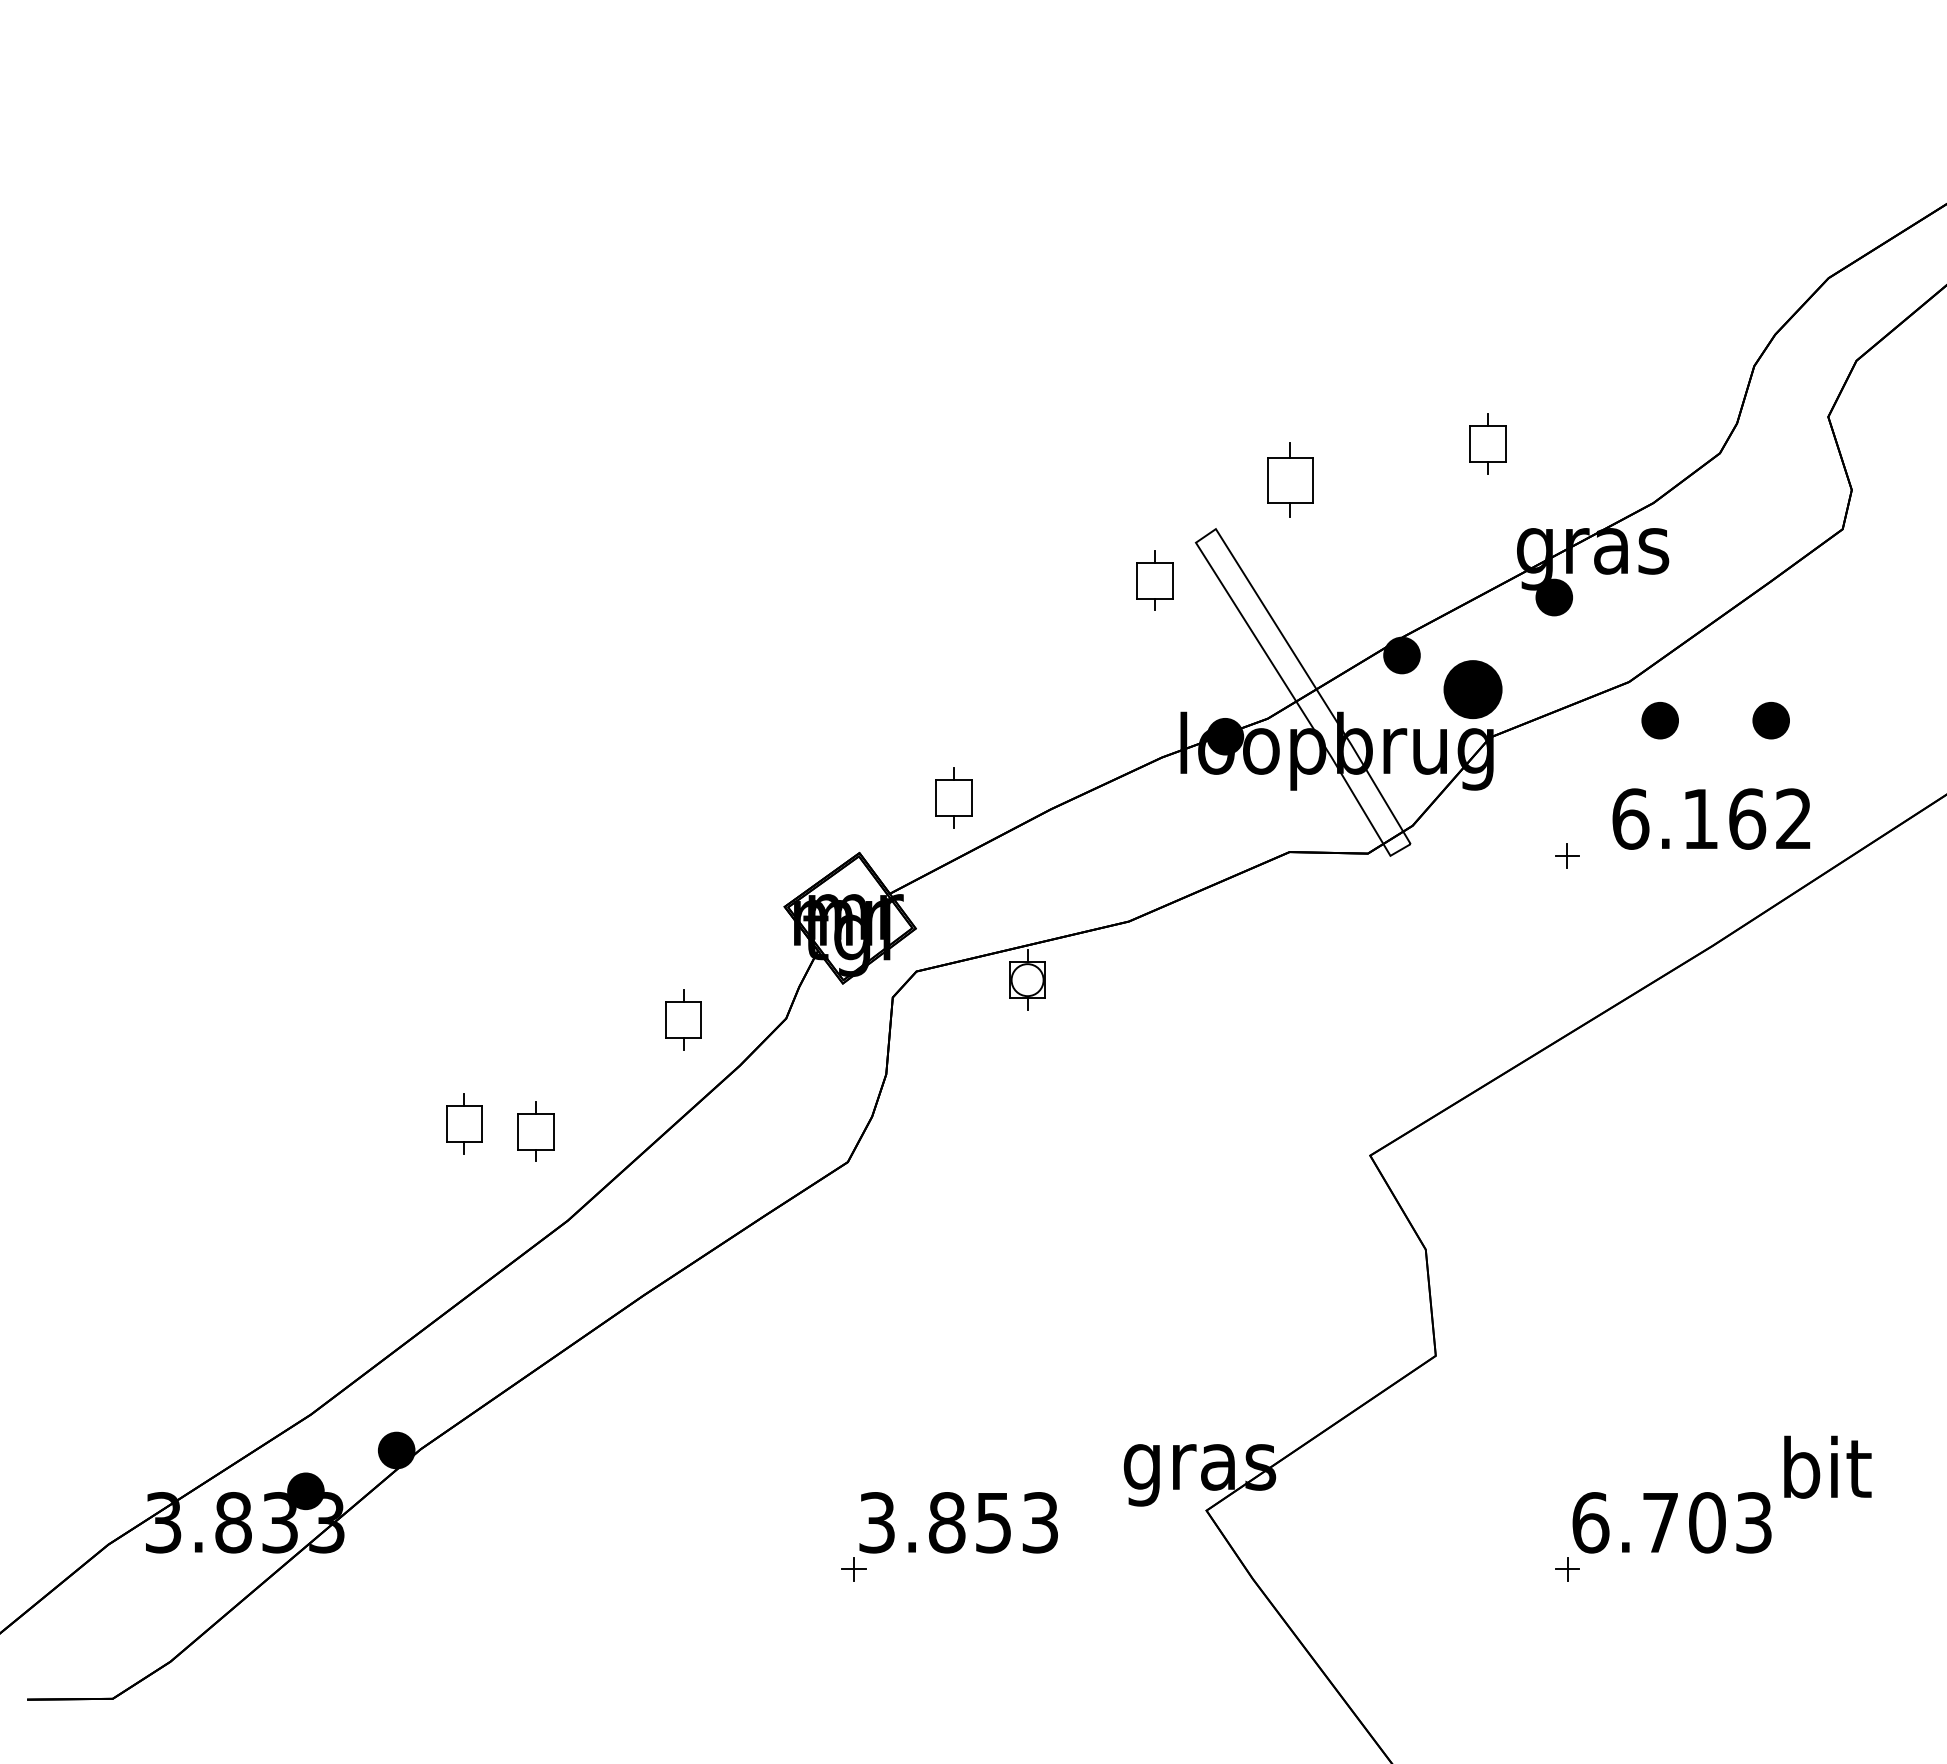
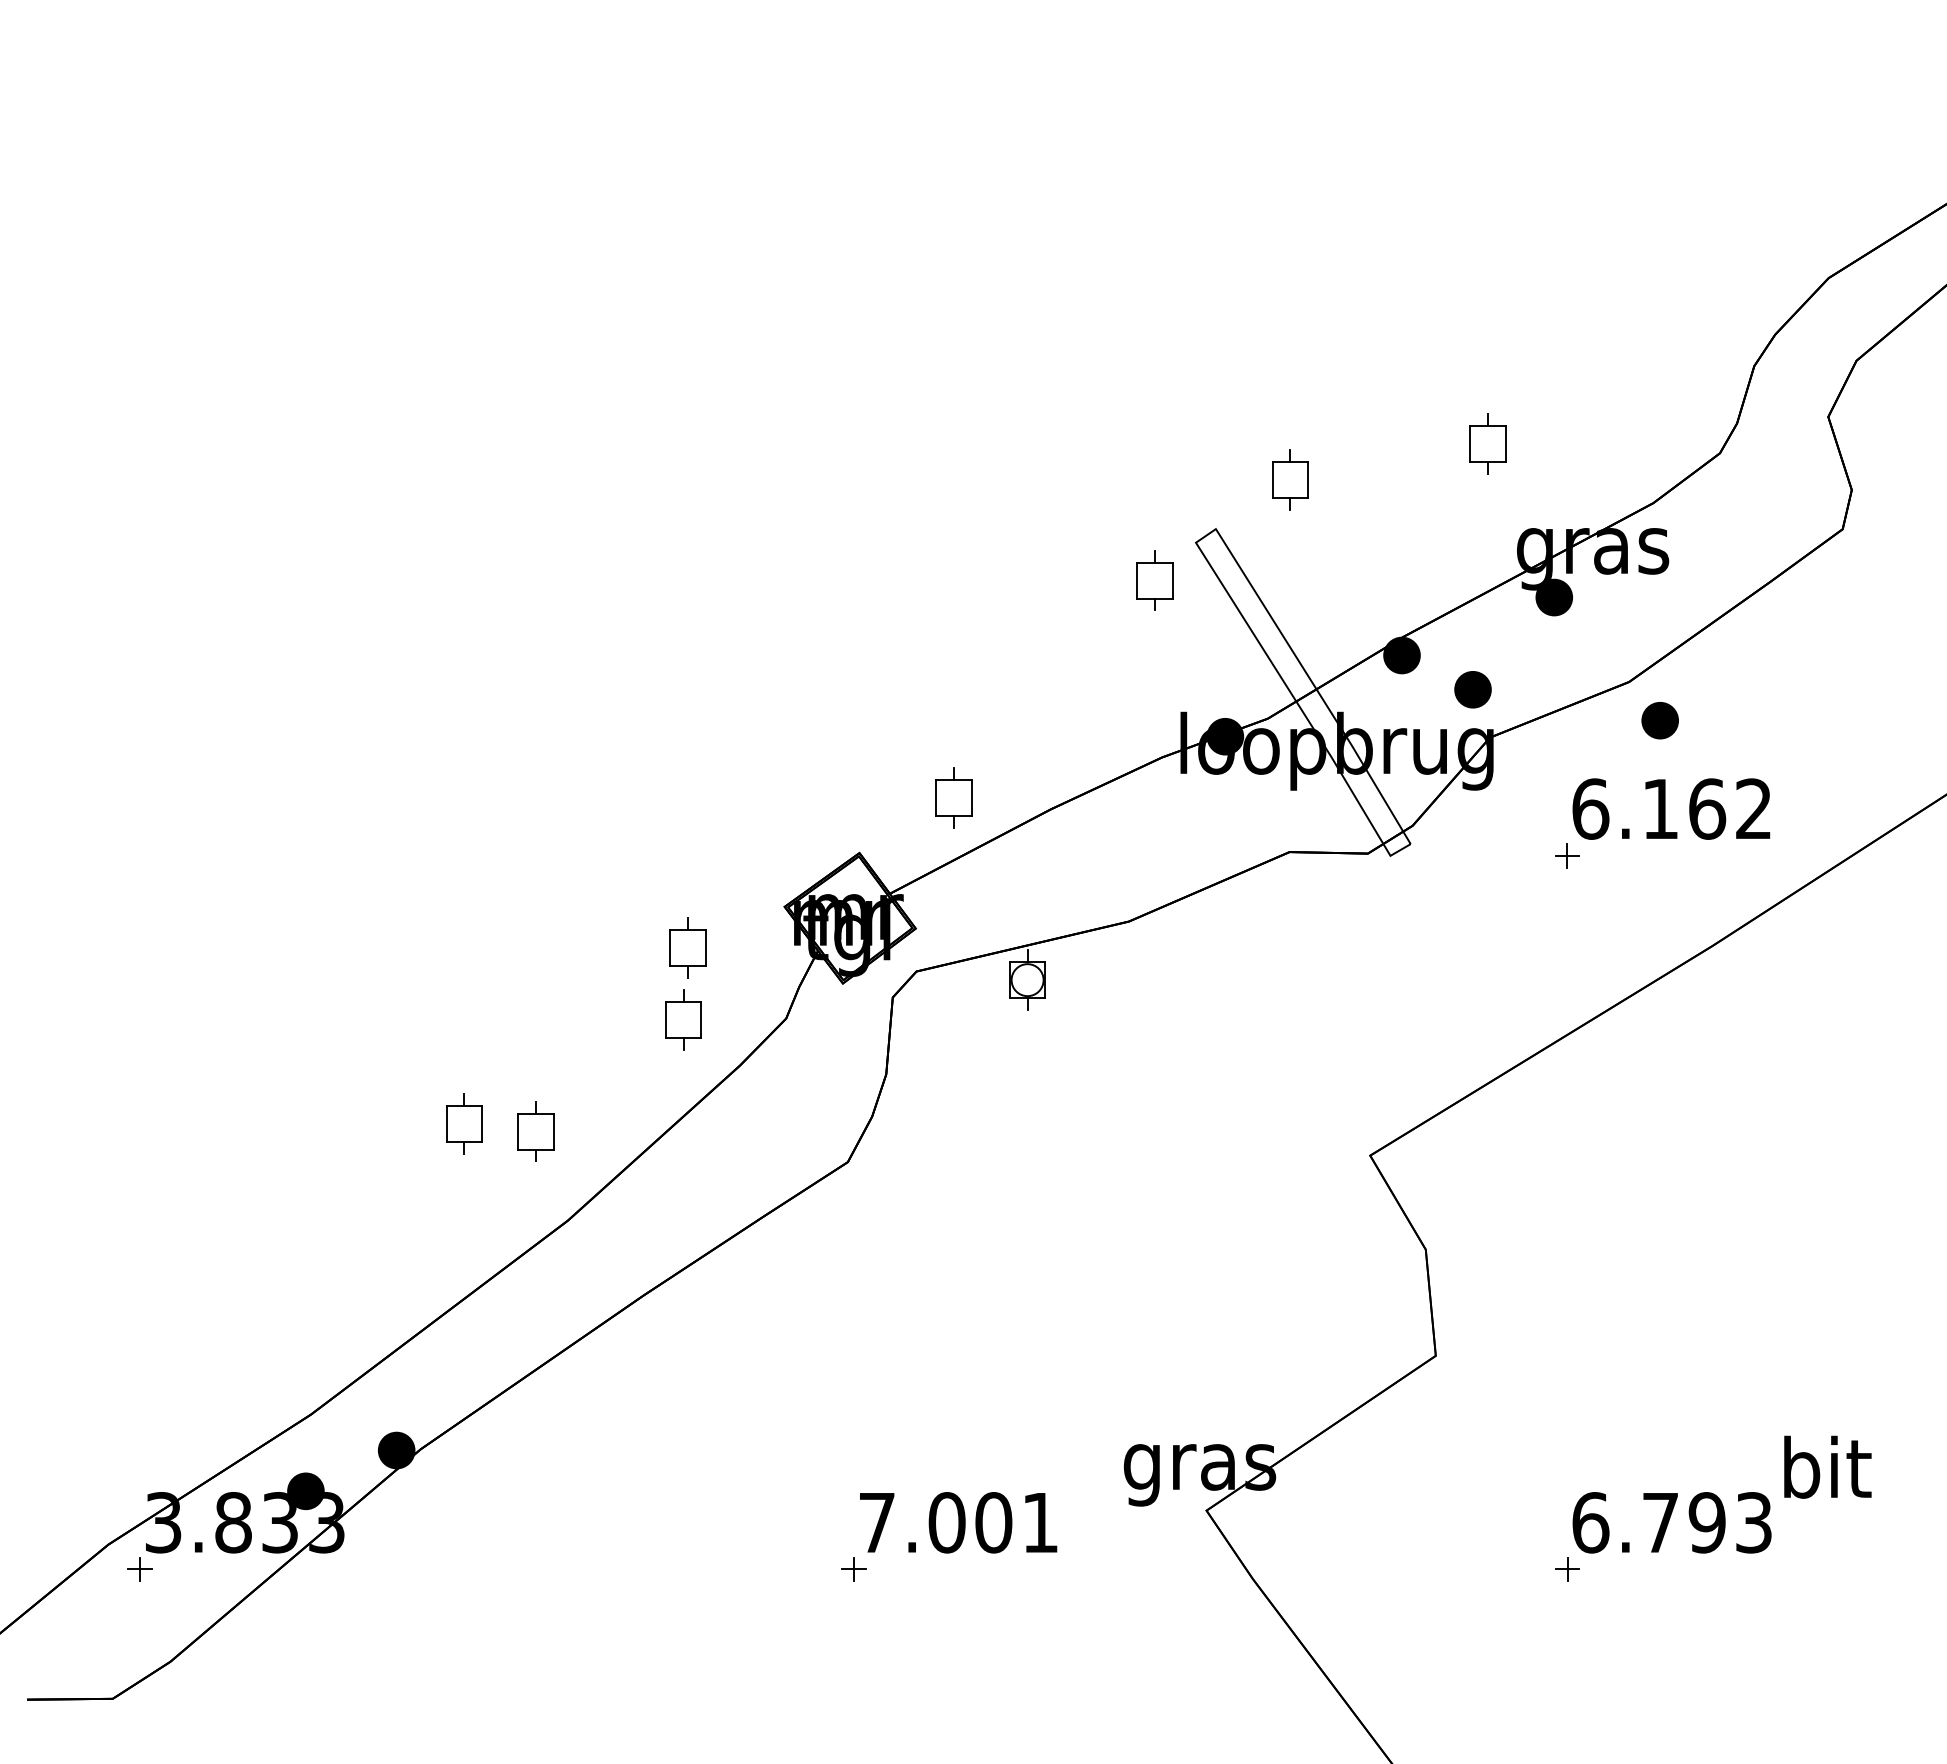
part at (1290, 479) size: 47x76 px -> 37x62 px
part at (1472, 689) size: 60x59 px -> 38x38 px
part at (1770, 720): present -> none
text at (1711, 818) position: (1711, 818) -> (1671, 808)
part at (687, 947): none -> present
text at (958, 1522): 3.853 -> 7.001
text at (1706, 1522): 6.703 -> 6.793
part at (139, 1569): none -> present
